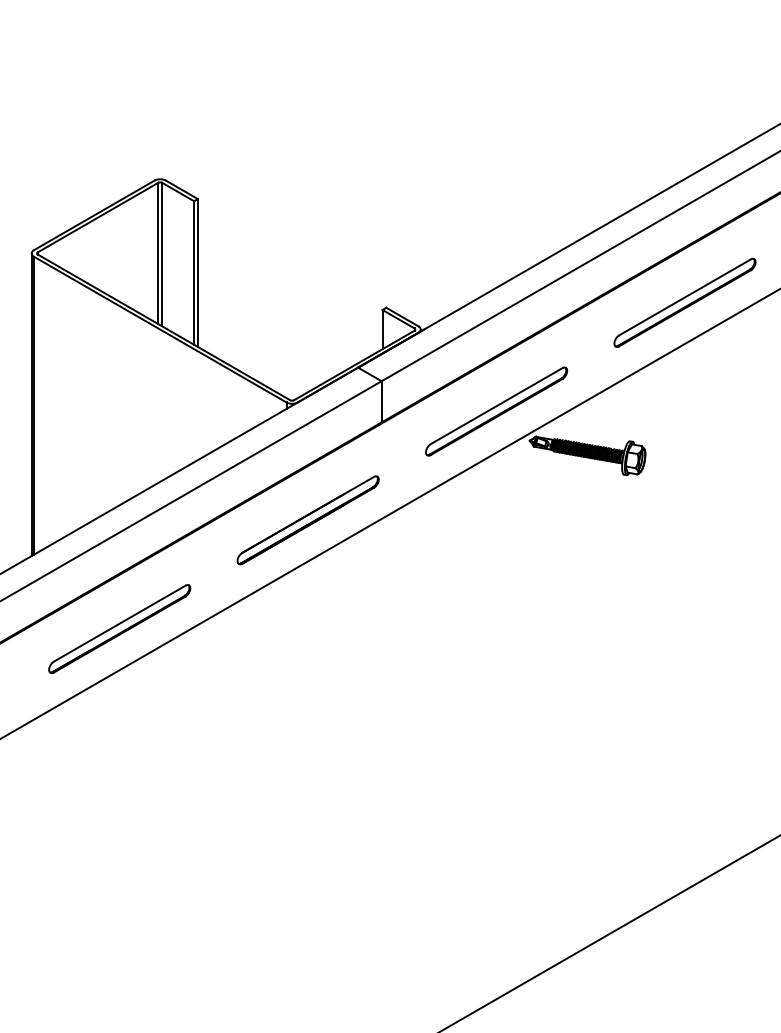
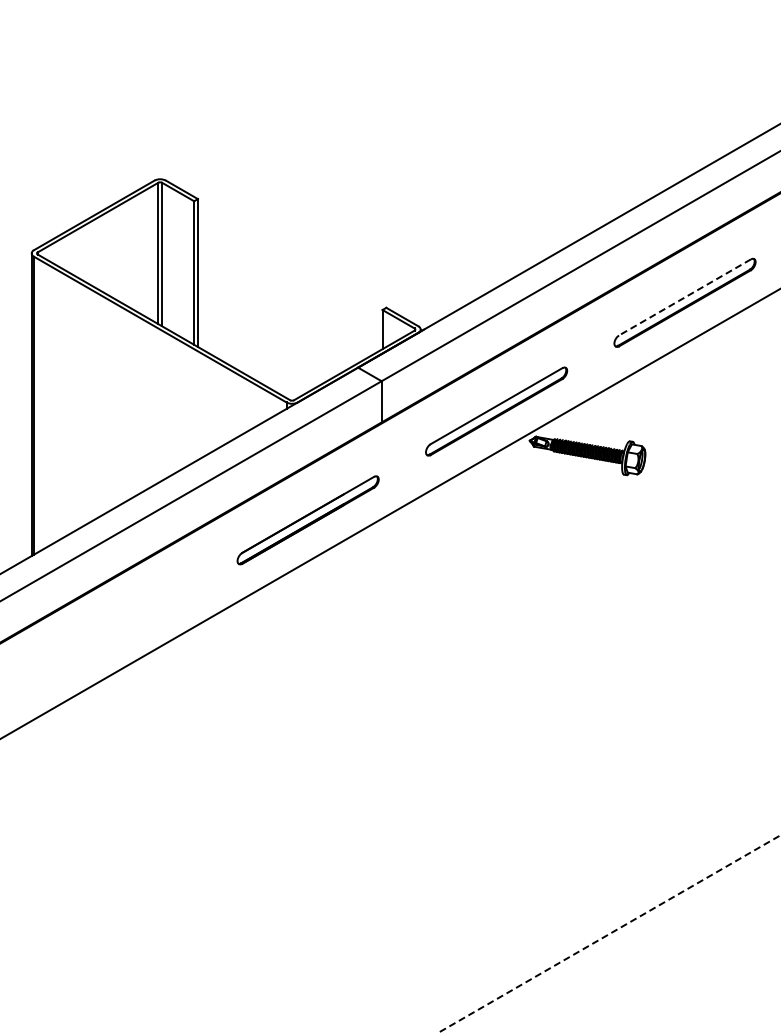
line at (684, 297): solid -> dashed
part at (119, 628): present -> none
line at (609, 934): solid -> dashed
